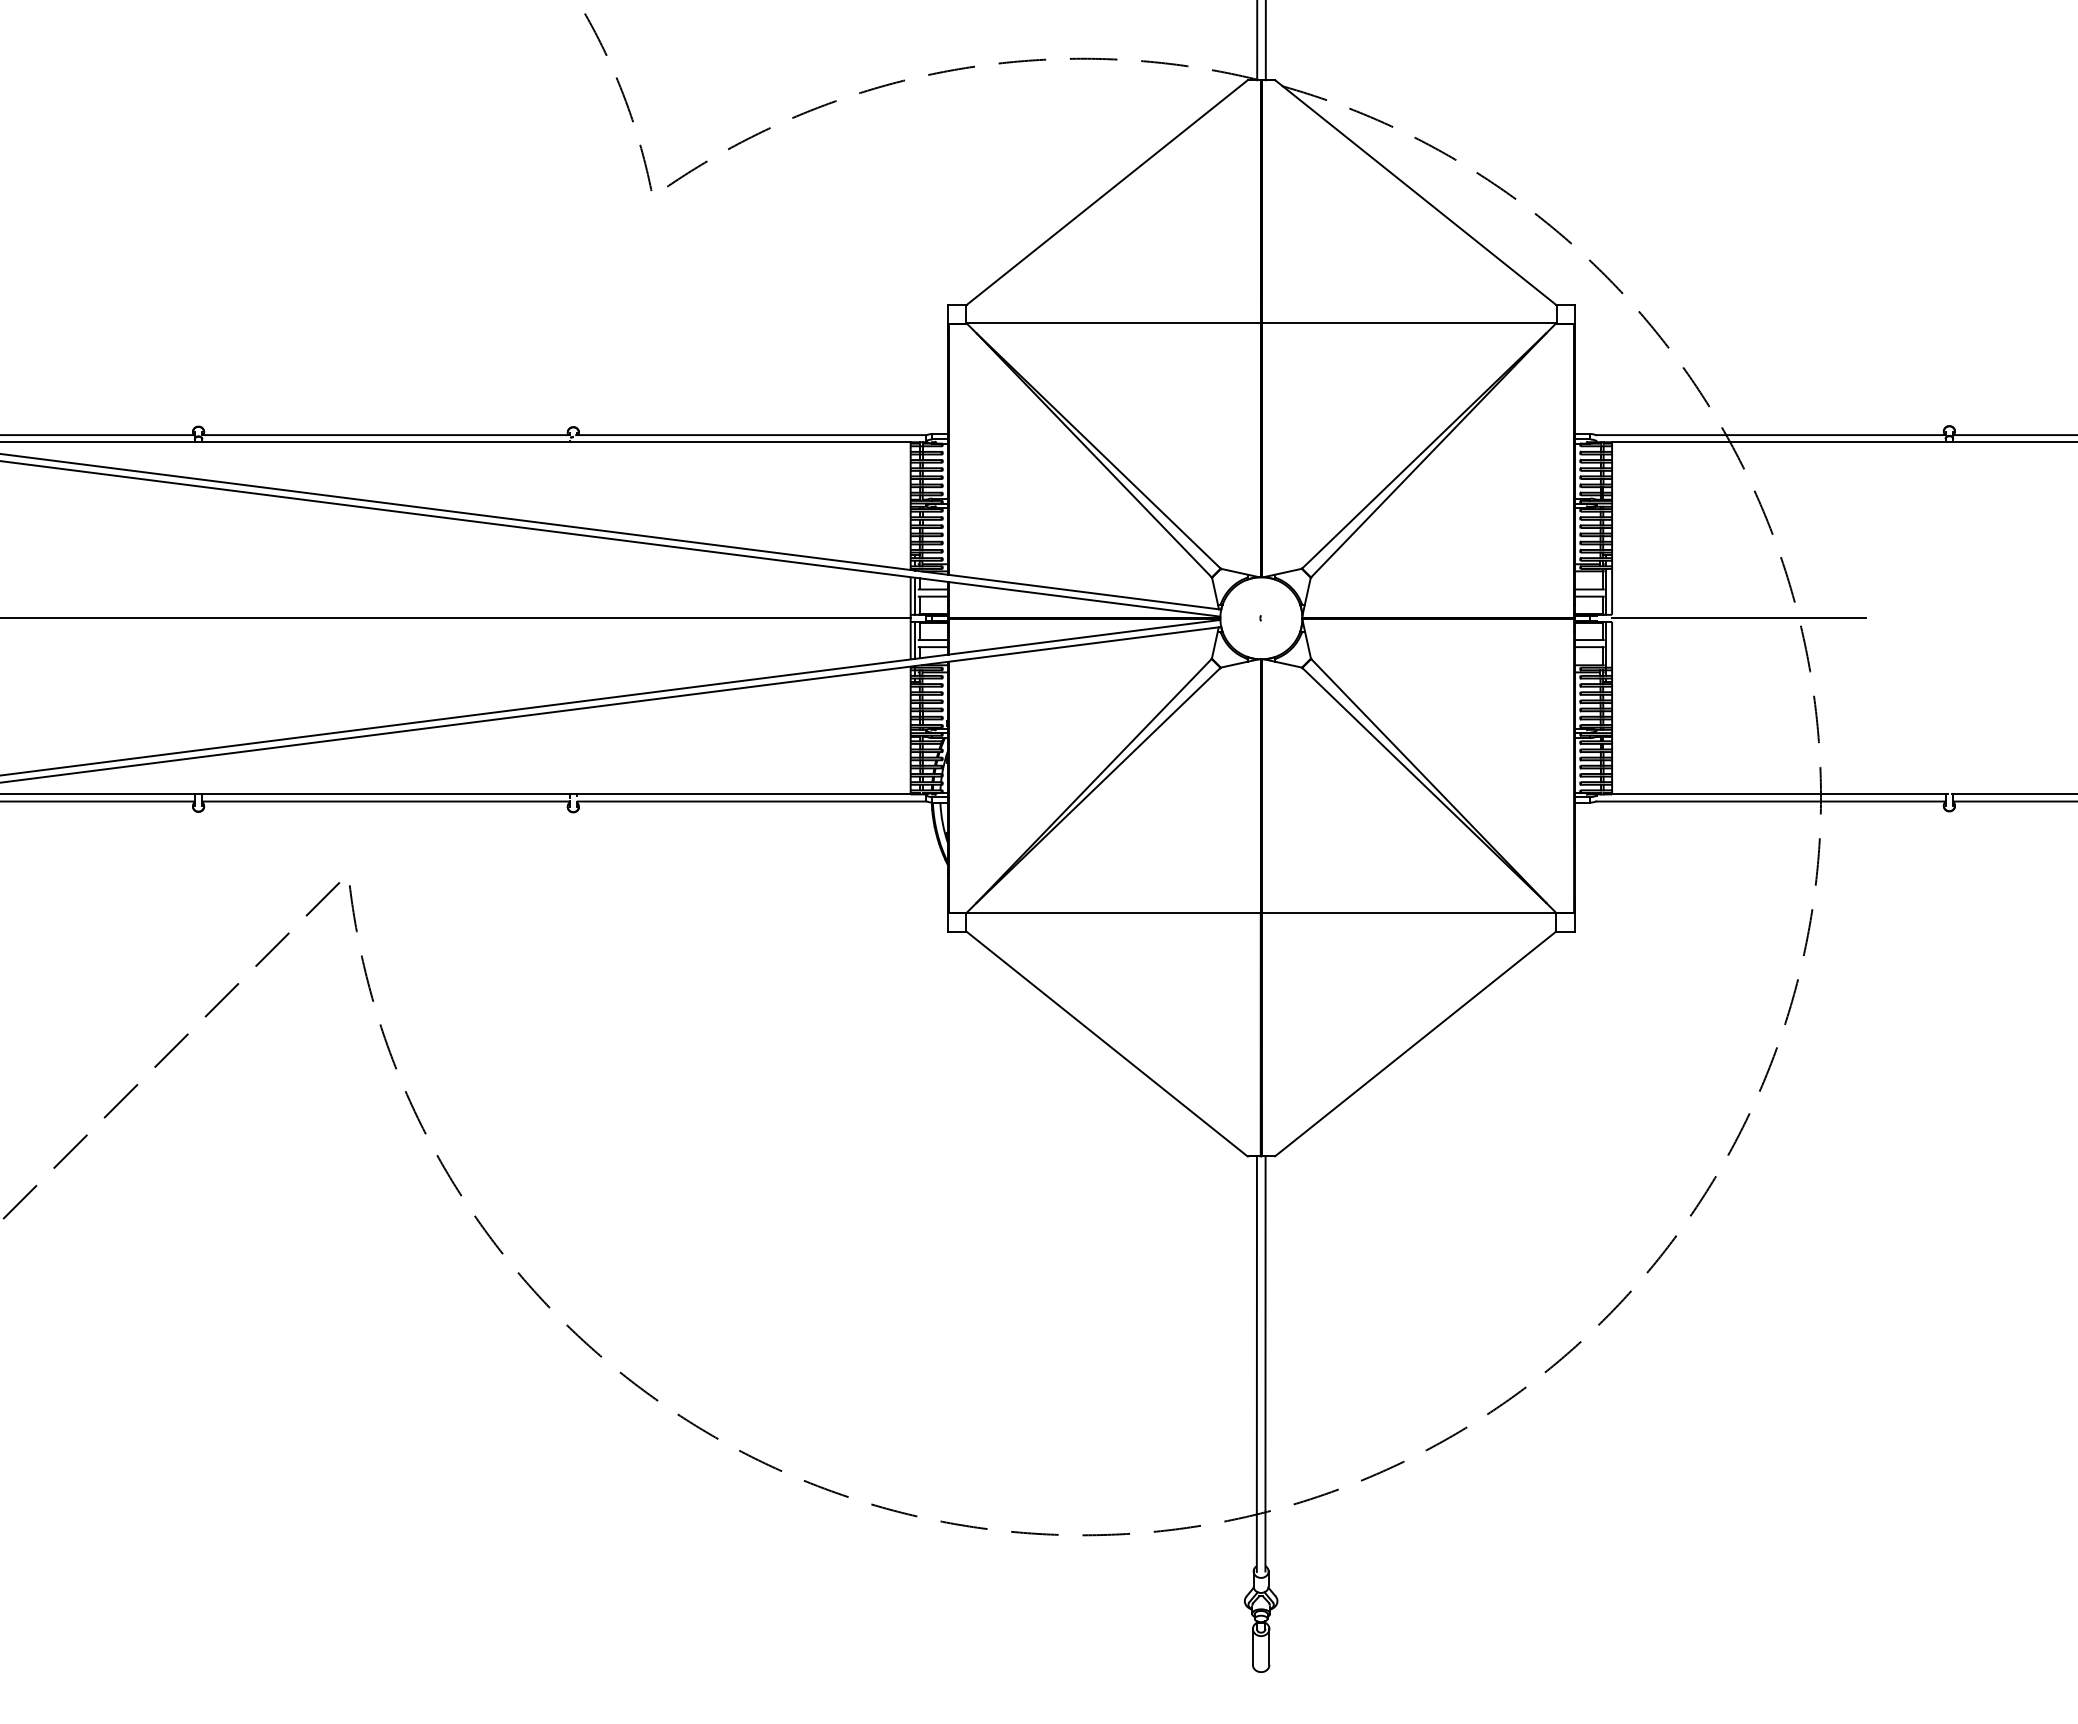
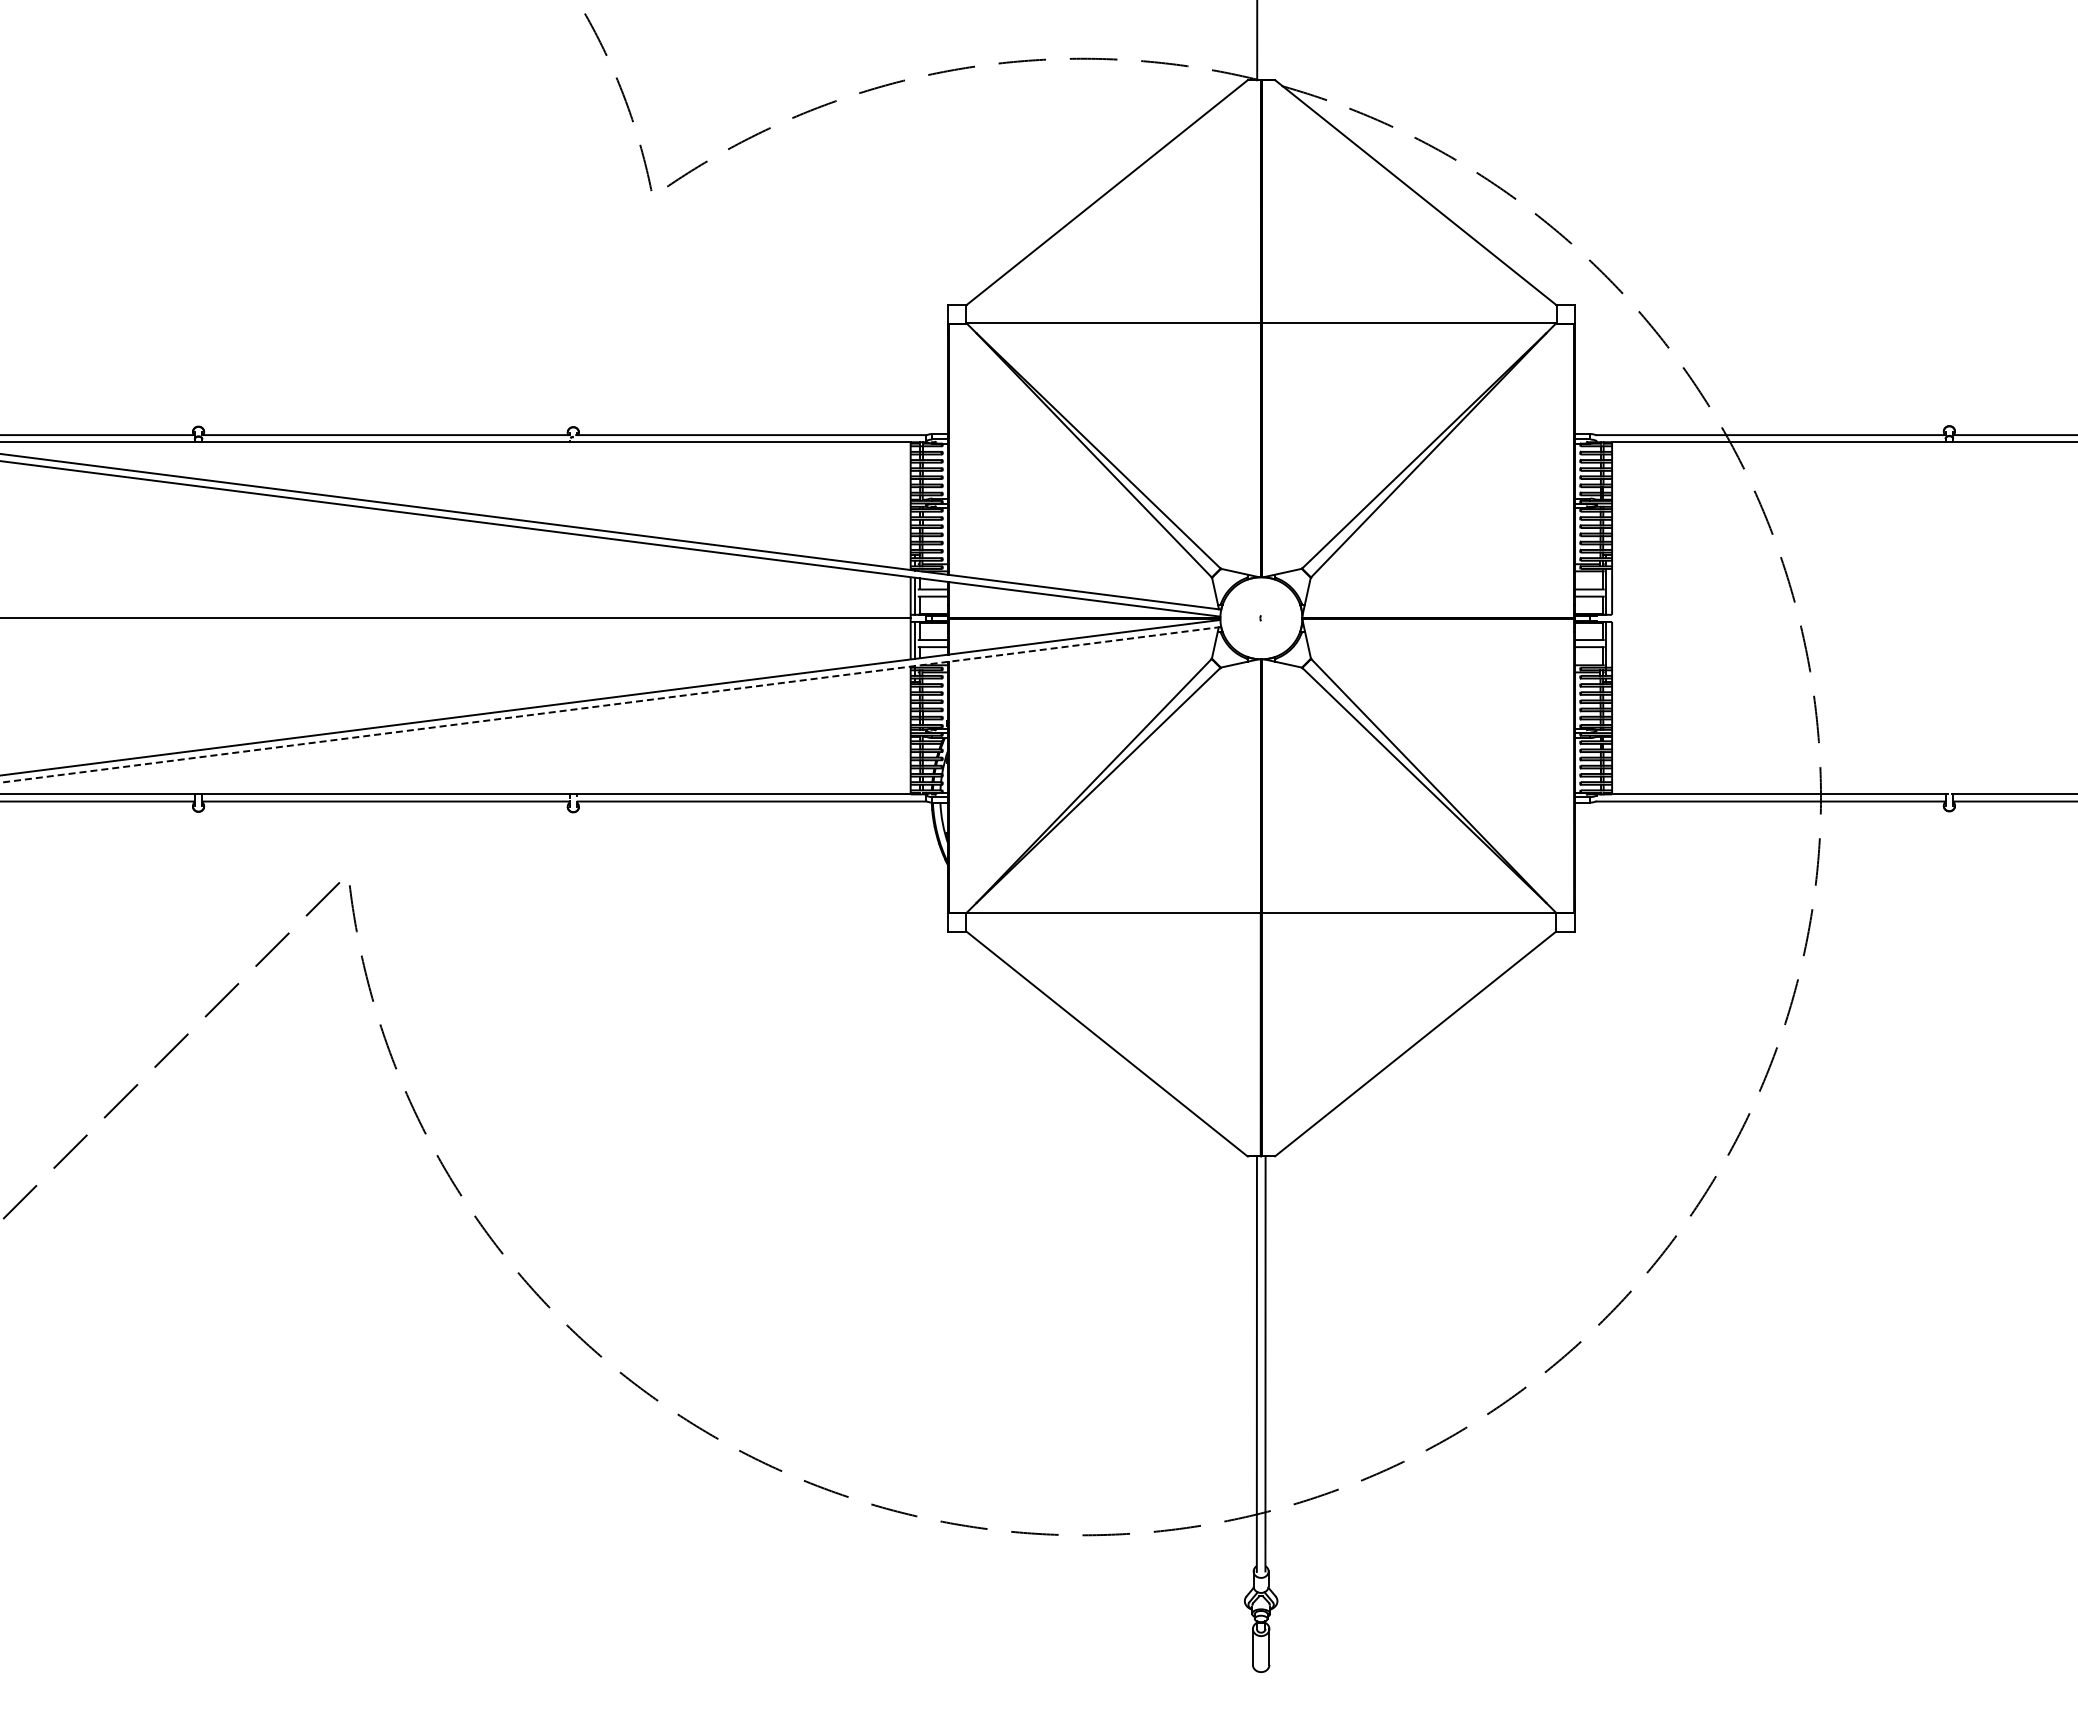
line at (1265, 41): present -> none
line at (1738, 618): present -> none
line at (610, 704): solid -> dashed
